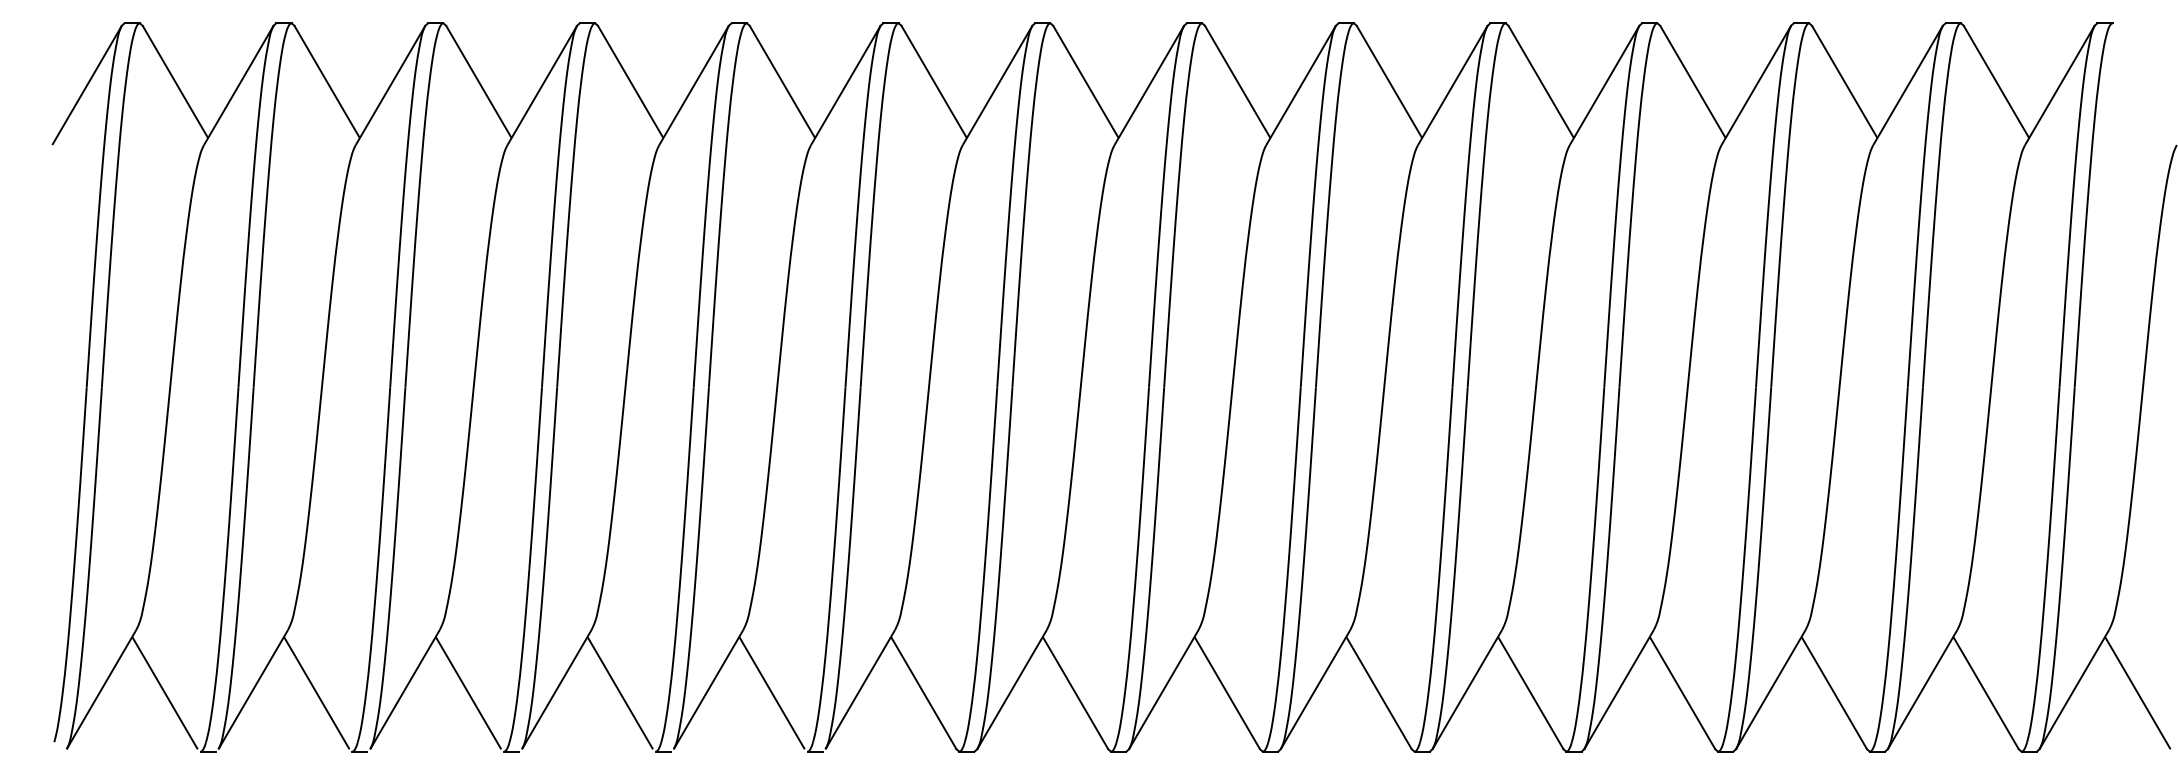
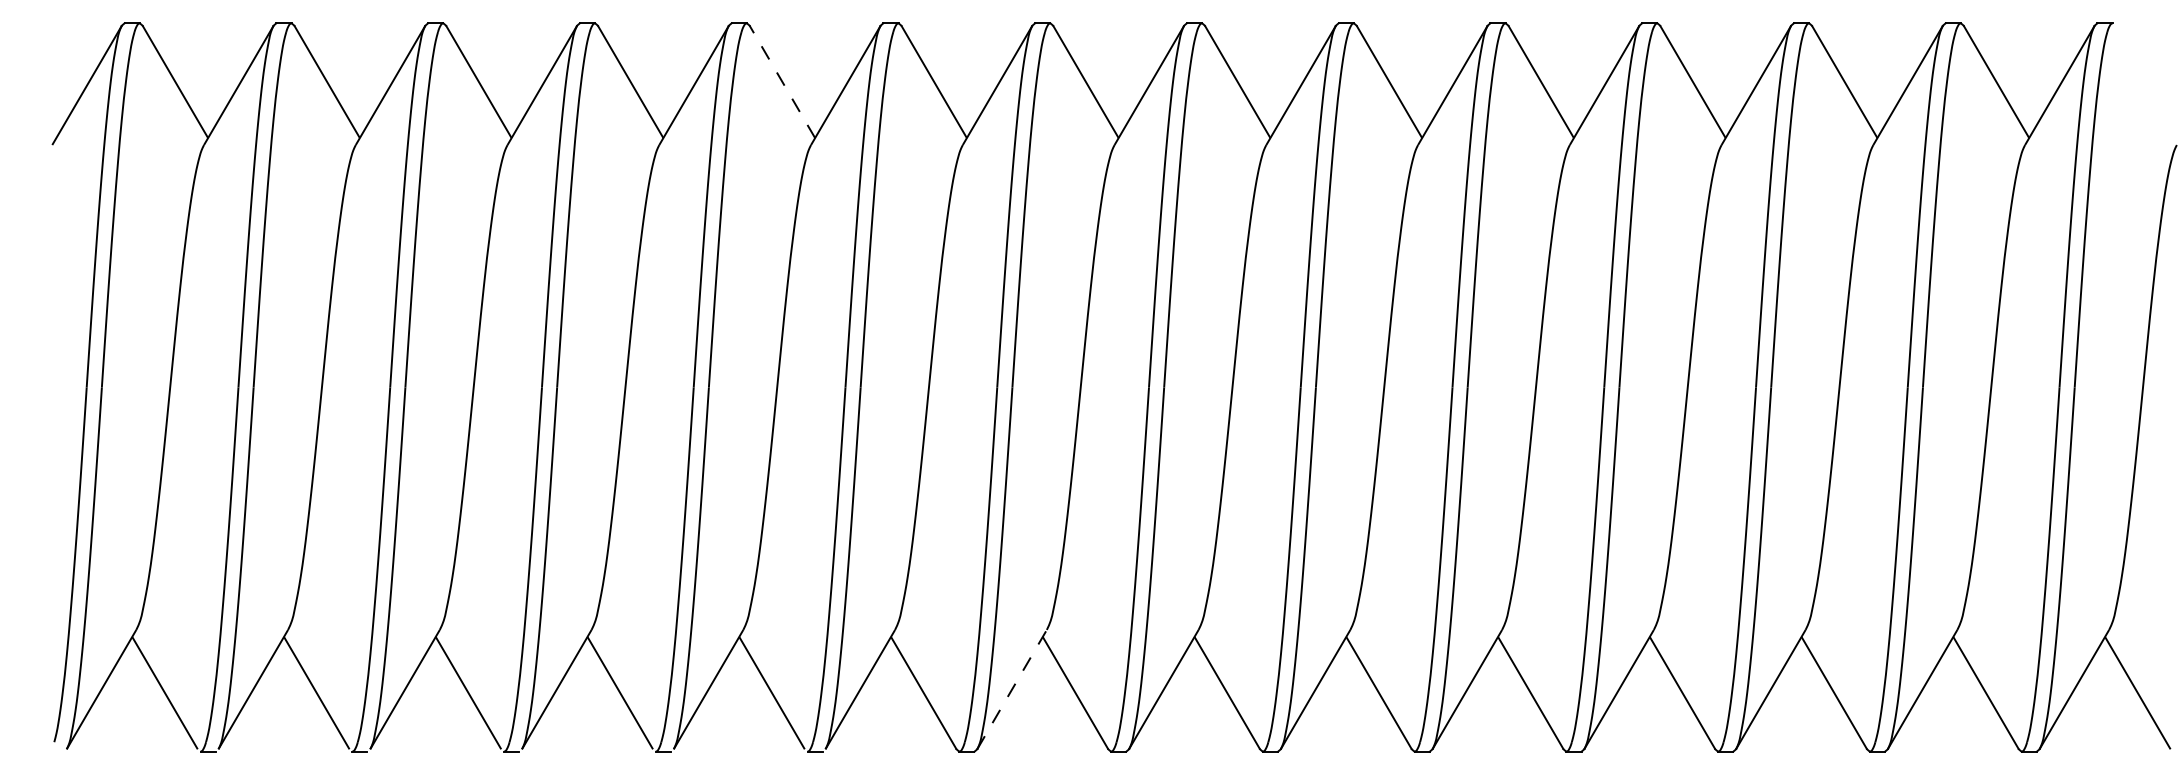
line at (782, 82): solid -> dashed
line at (1011, 690): solid -> dashed
